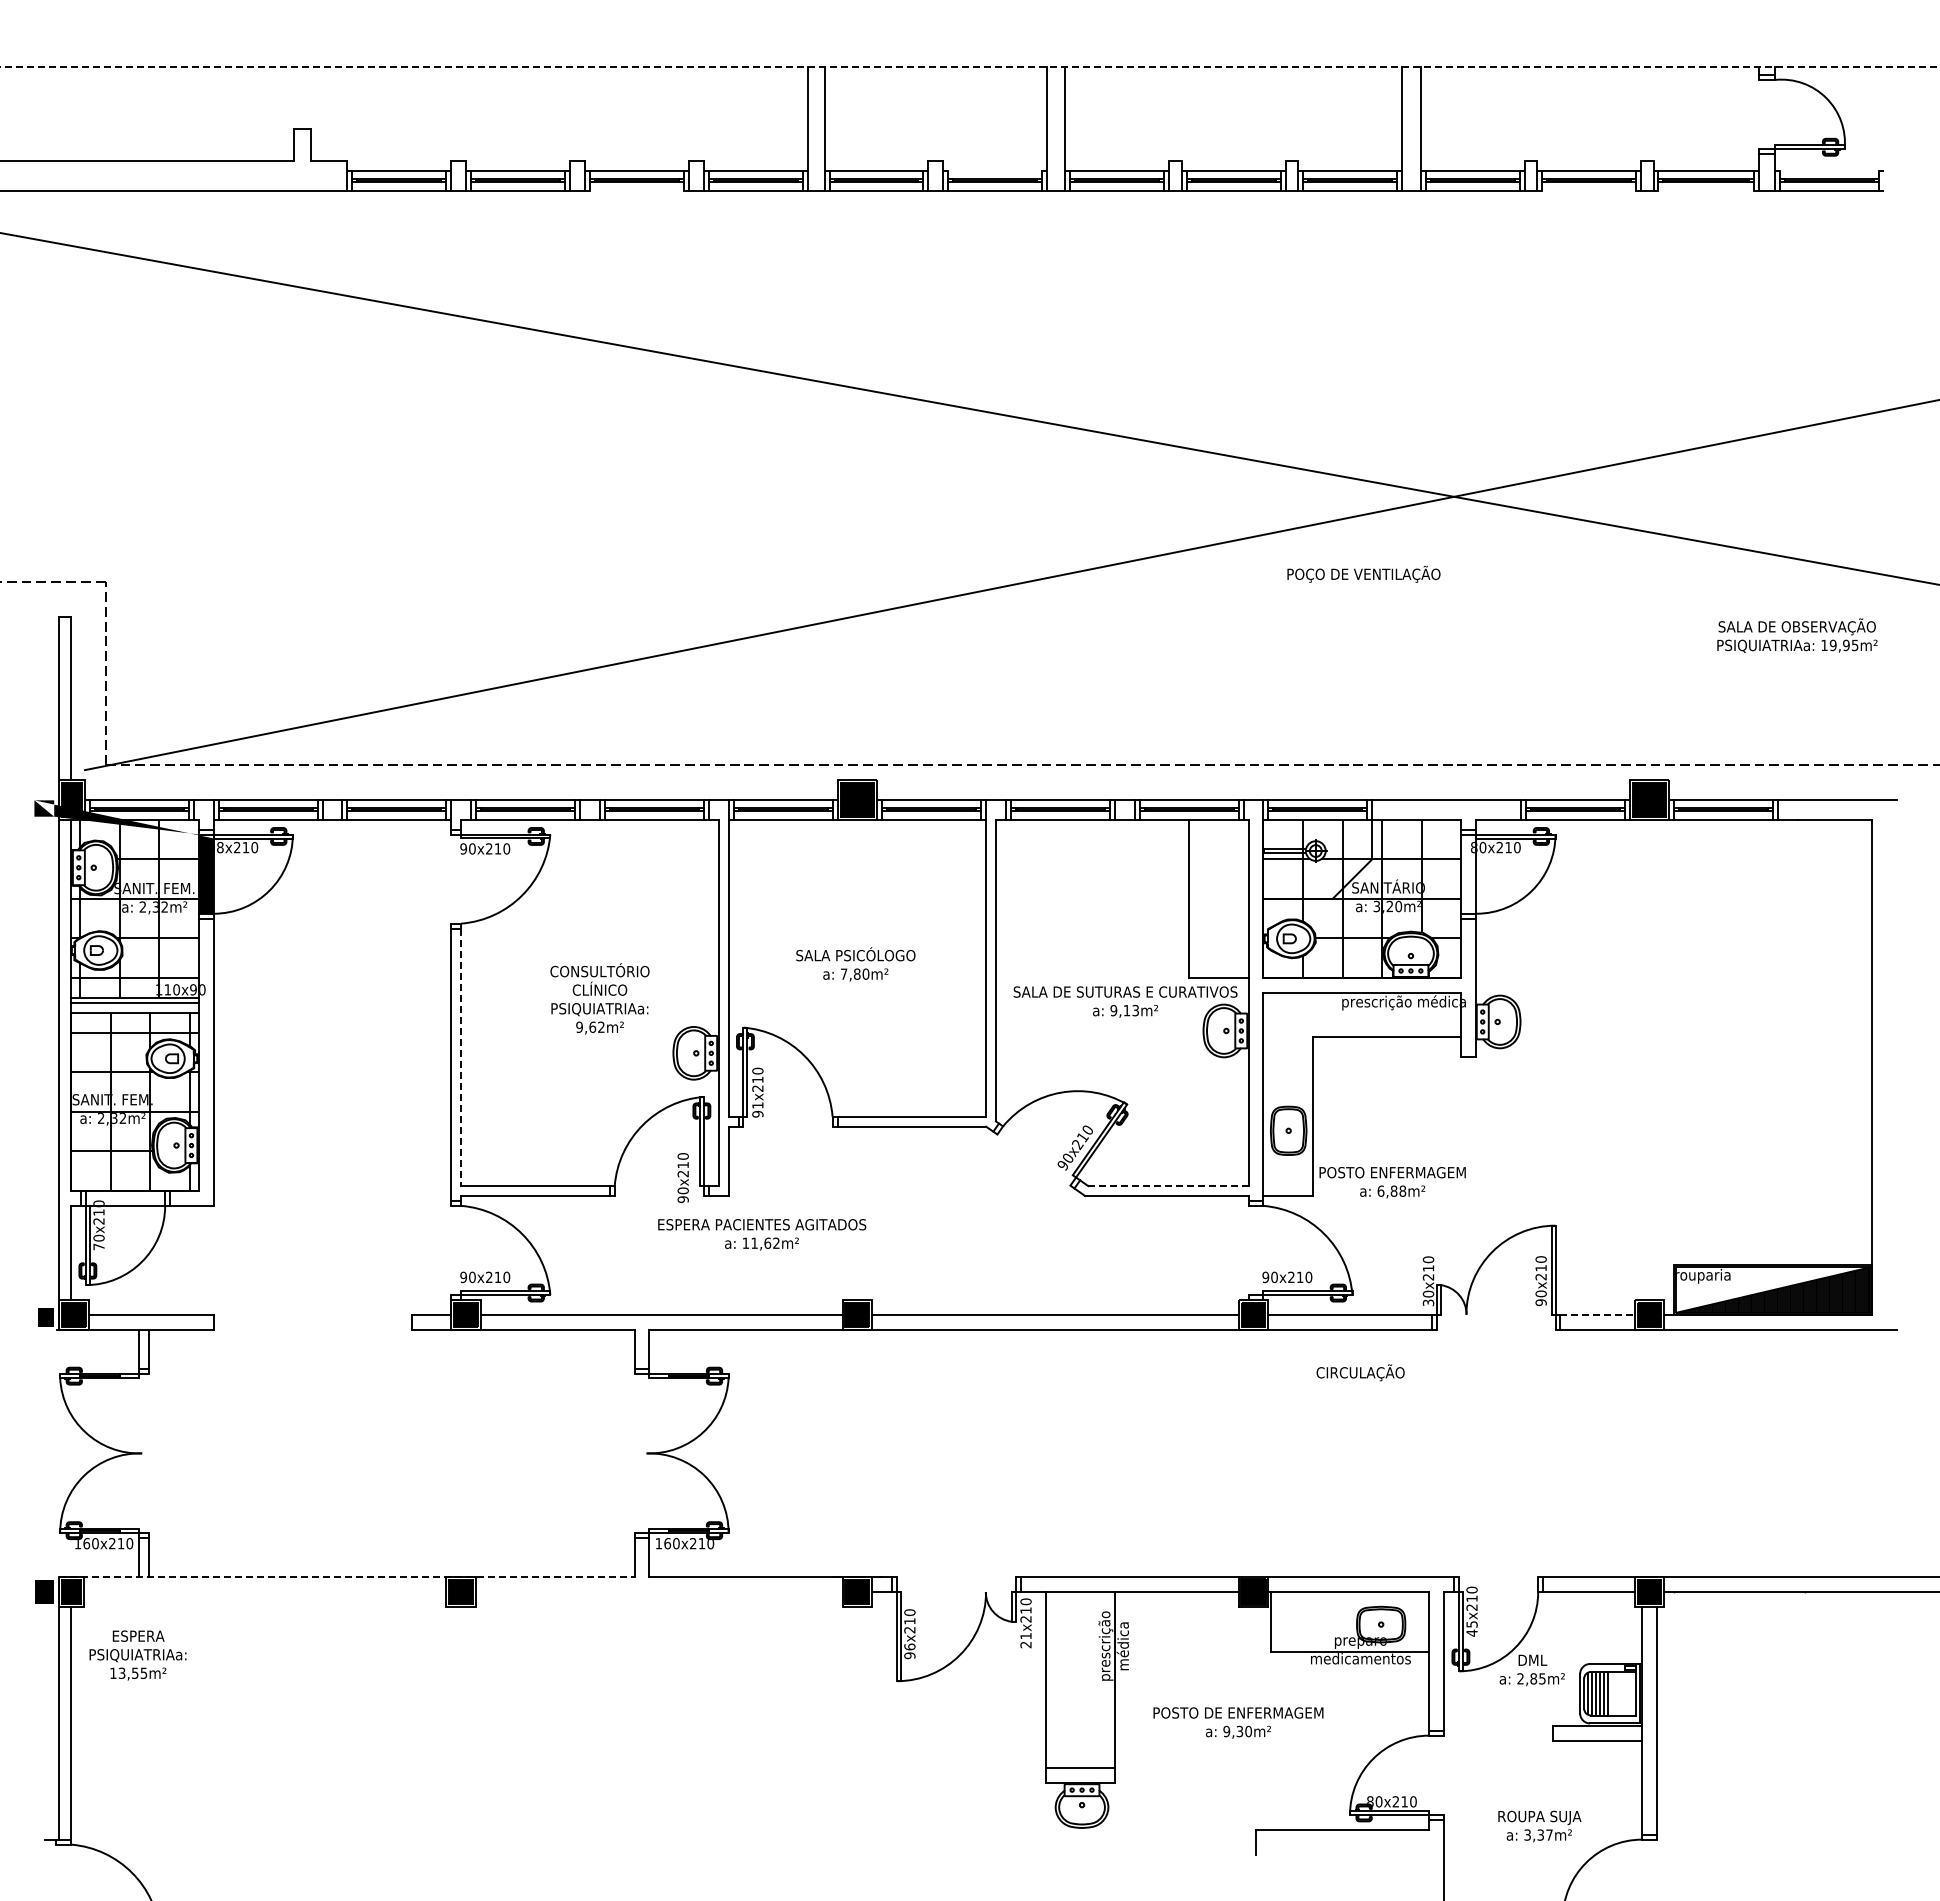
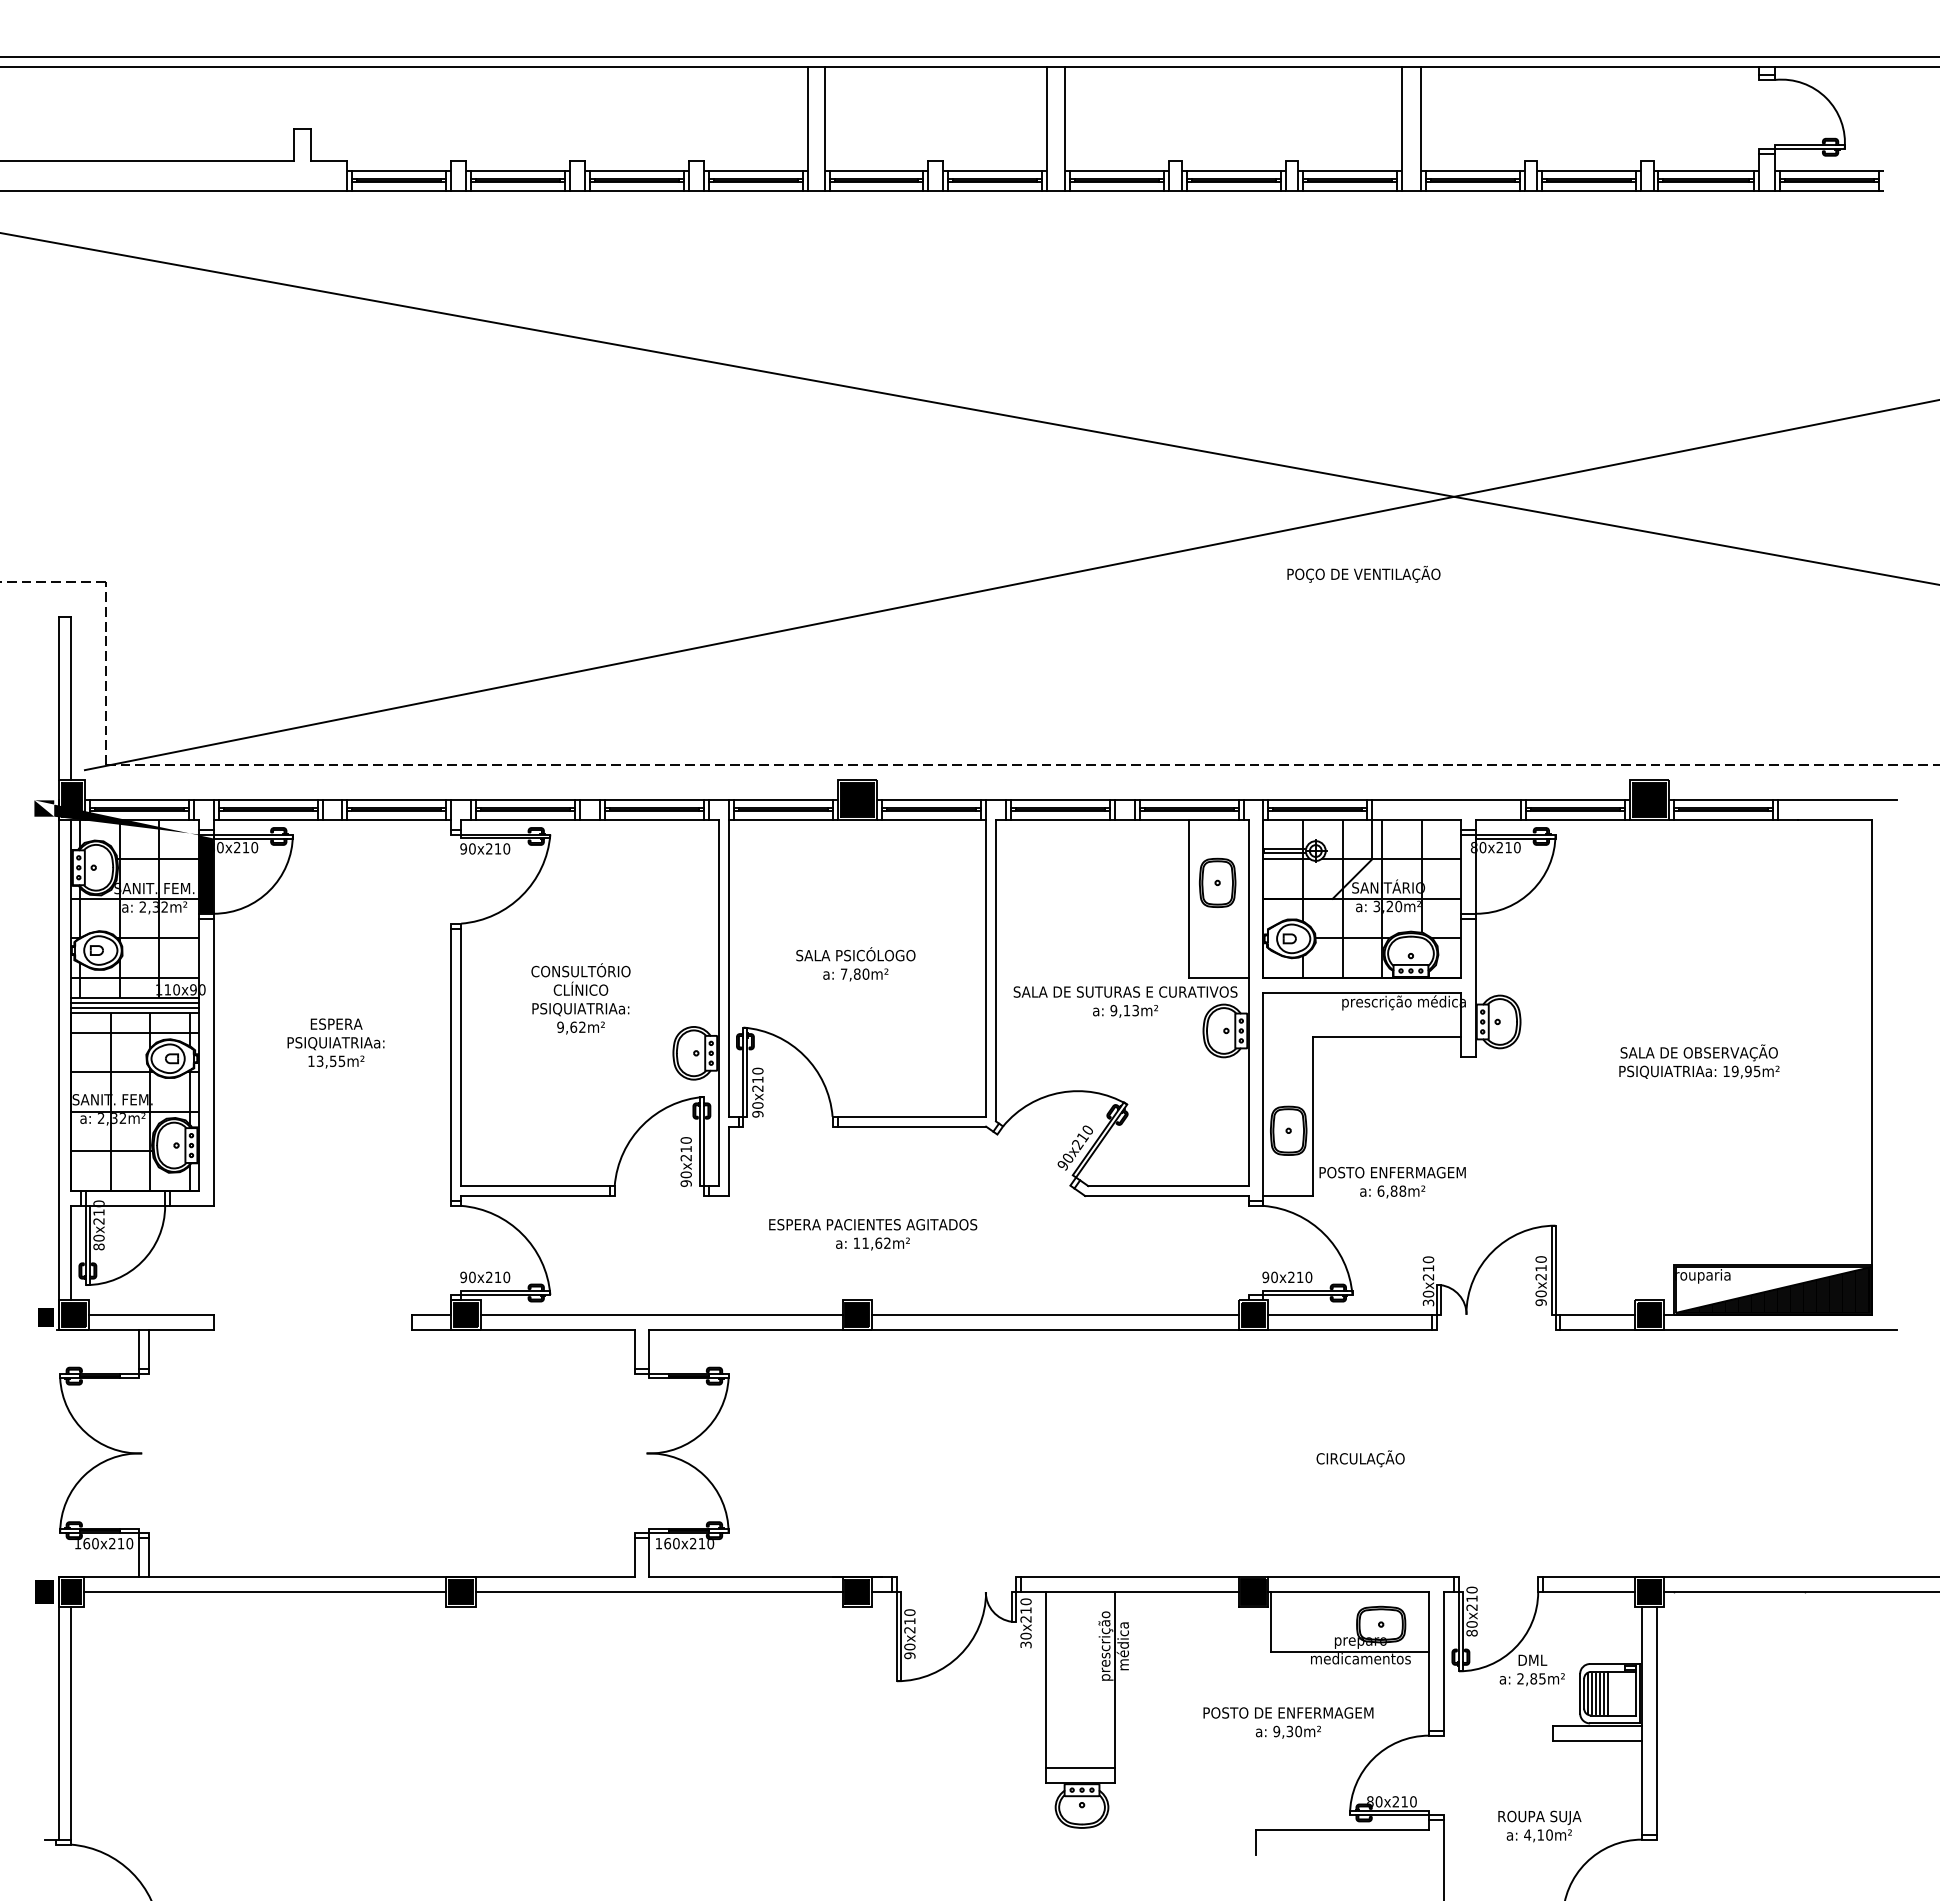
line at (969, 57): none -> present
line at (969, 66): dashed -> solid
line at (994, 171): none -> present
line at (1829, 171): none -> present
line at (636, 190): none -> present
line at (1589, 190): none -> present
line at (1705, 190): none -> present
text at (1797, 635) position: (1797, 635) -> (1699, 1061)
text at (220, 847): 98x210 -> 80x210
part at (1217, 882): none -> present
text at (599, 998) position: (599, 998) -> (580, 998)
line at (134, 1007): none -> present
line at (461, 1057): dashed -> solid
text at (757, 1105): 91x210 -> 90x210
text at (682, 1177) position: (682, 1177) -> (685, 1161)
line at (1168, 1186): dashed -> solid
text at (762, 1234) position: (762, 1234) -> (873, 1234)
text at (98, 1246): 70x210 -> 80x210
line at (1598, 1314): dashed -> solid
text at (1360, 1372) position: (1360, 1372) -> (1360, 1458)
line at (346, 1577): dashed -> solid
line at (264, 1592): none -> present
line at (659, 1592): none -> present
text at (1471, 1628): 45x210 -> 80x210
text at (1025, 1640): 21x210 -> 30x210
text at (909, 1646): 96x210 -> 90x210
text at (137, 1655) position: (137, 1655) -> (335, 1043)
text at (1238, 1722) position: (1238, 1722) -> (1288, 1722)
text at (1538, 1834): 3,37m² -> 4,10m²
